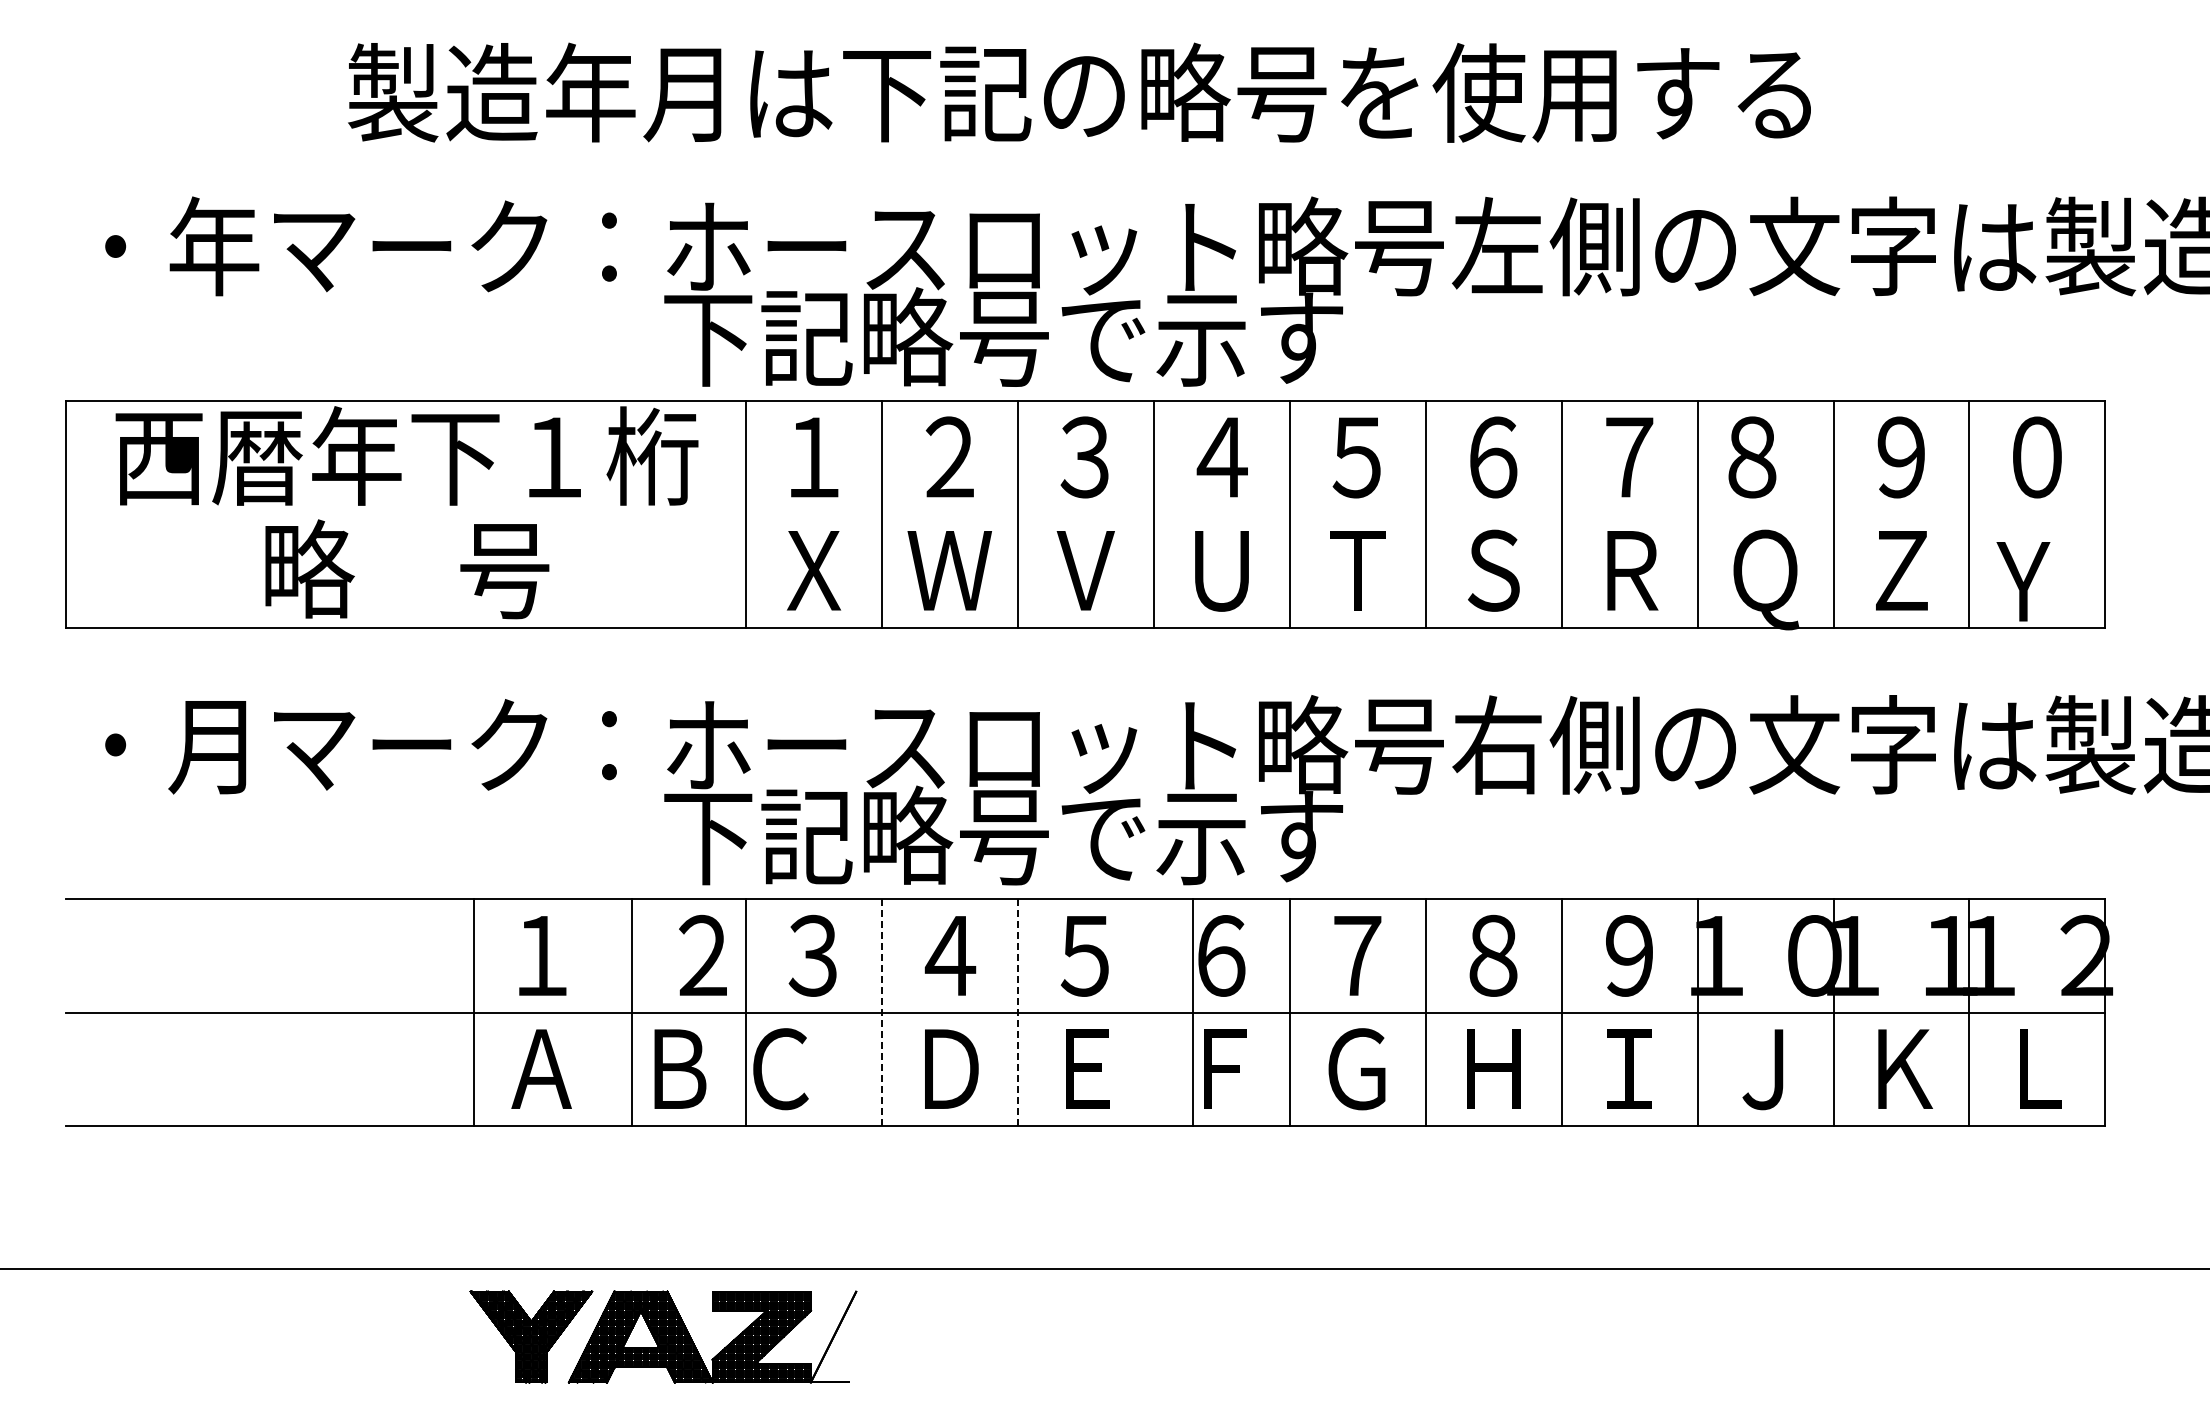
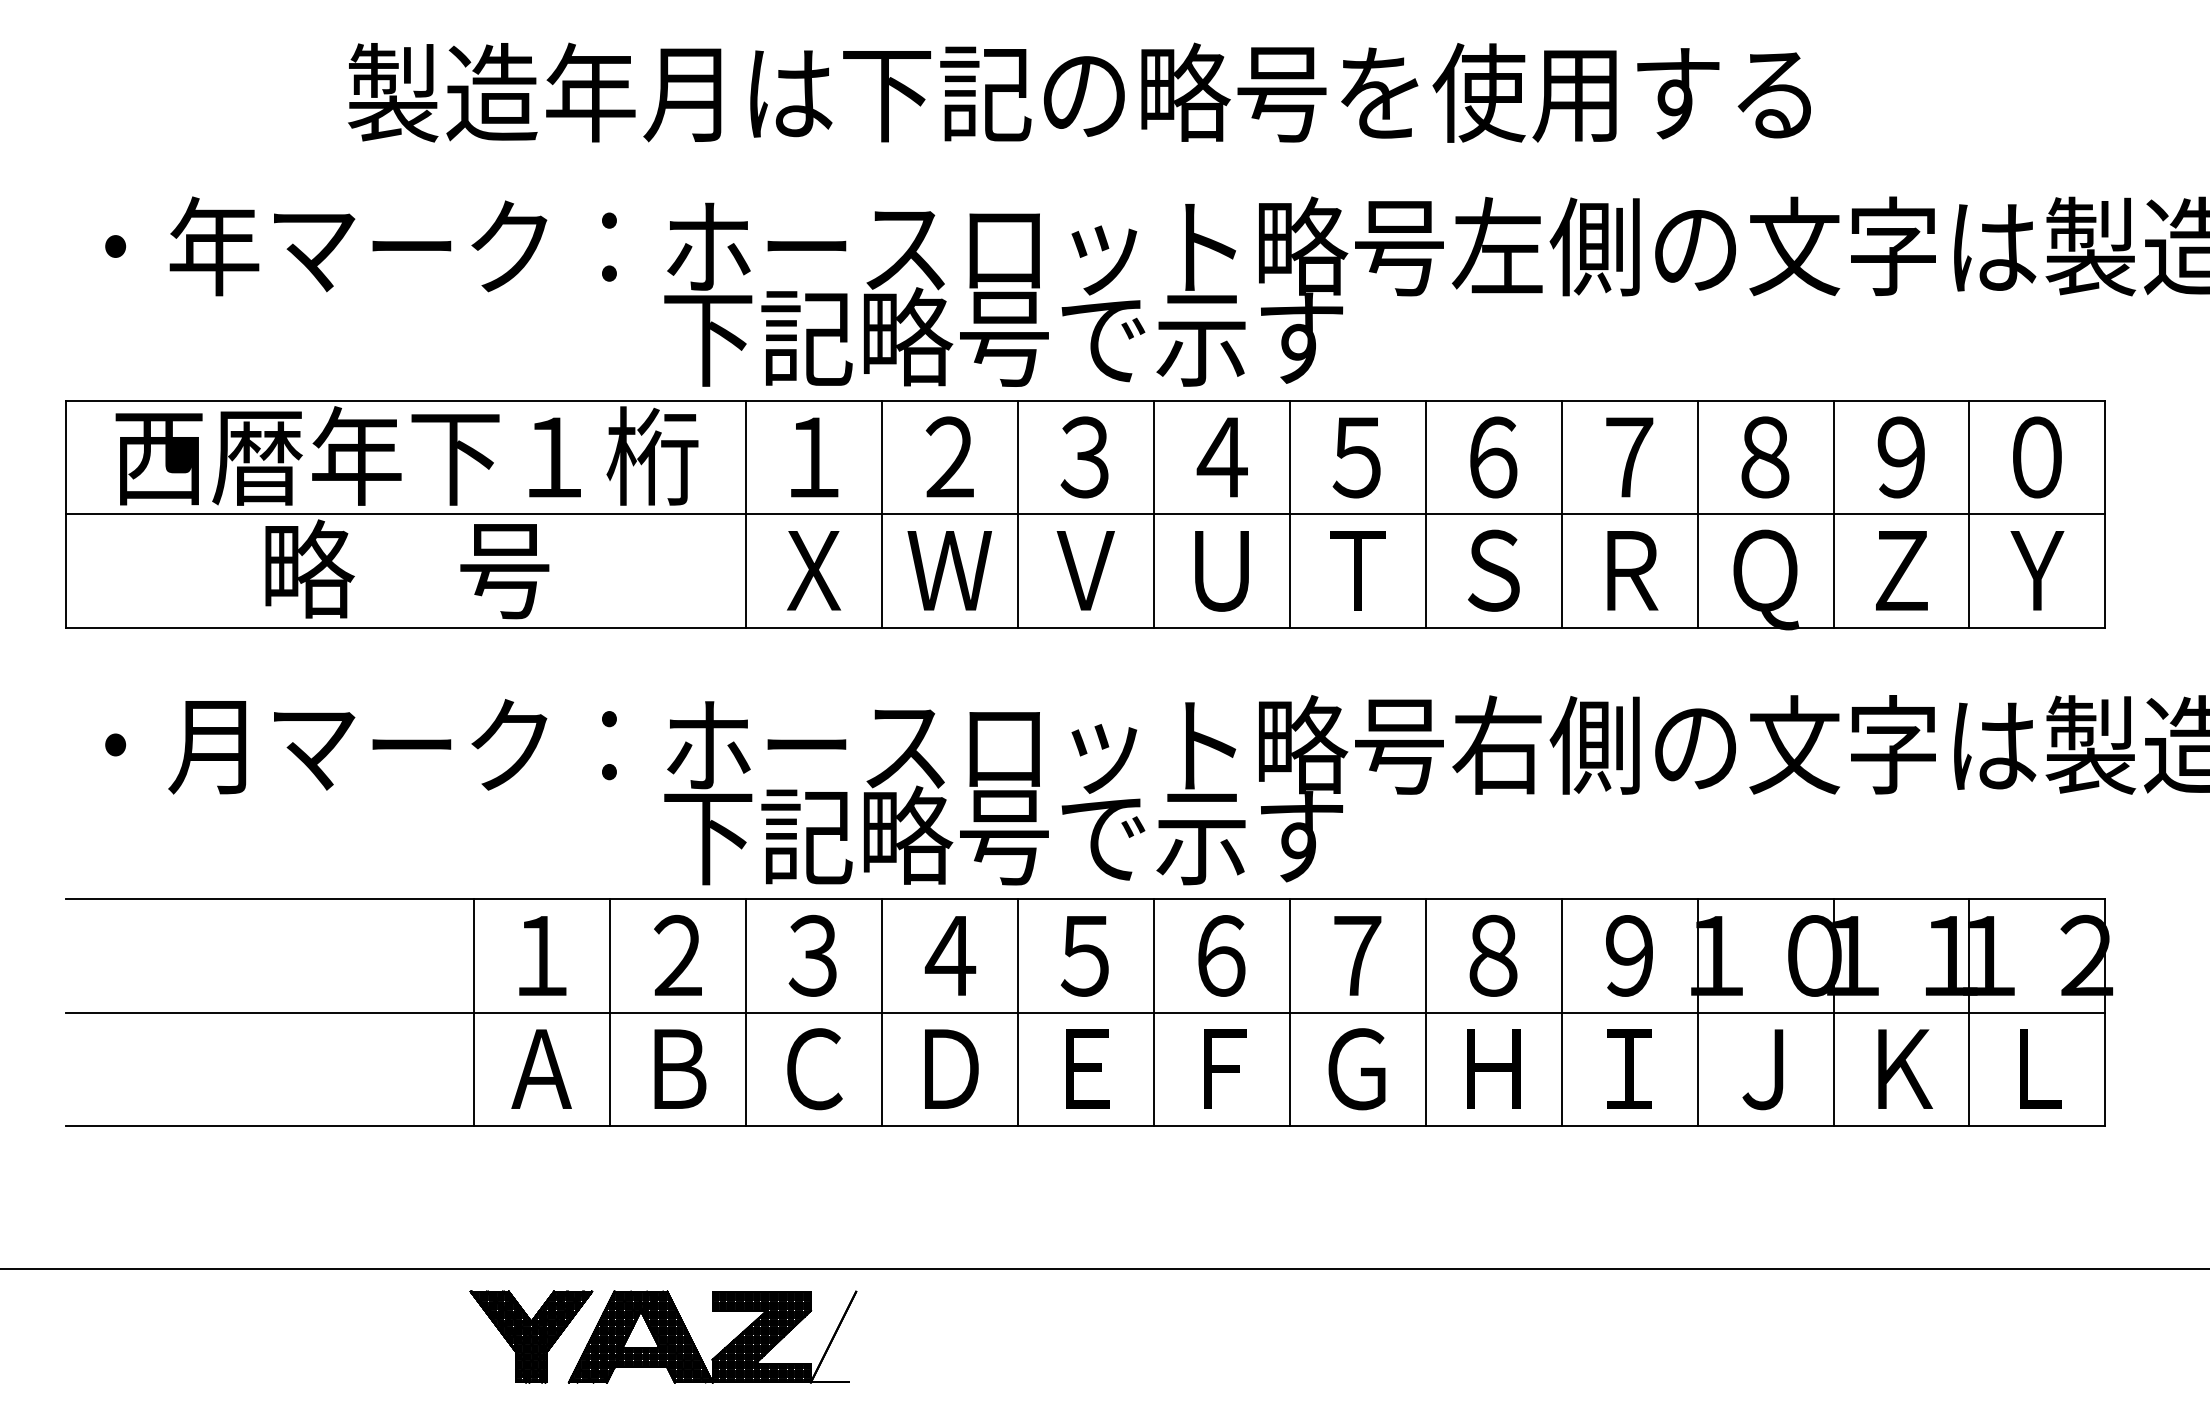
text at (1752, 457) position: (1752, 457) -> (1765, 457)
line at (1085, 514): none -> present
text at (2023, 581) position: (2023, 581) -> (2037, 570)
text at (702, 954) position: (702, 954) -> (677, 954)
line at (632, 1012) position: (632, 1012) -> (610, 1012)
line at (1192, 1012) position: (1192, 1012) -> (1153, 1012)
line at (881, 1013): dashed -> solid
line at (1017, 1013): dashed -> solid
text at (780, 1069) position: (780, 1069) -> (814, 1069)
